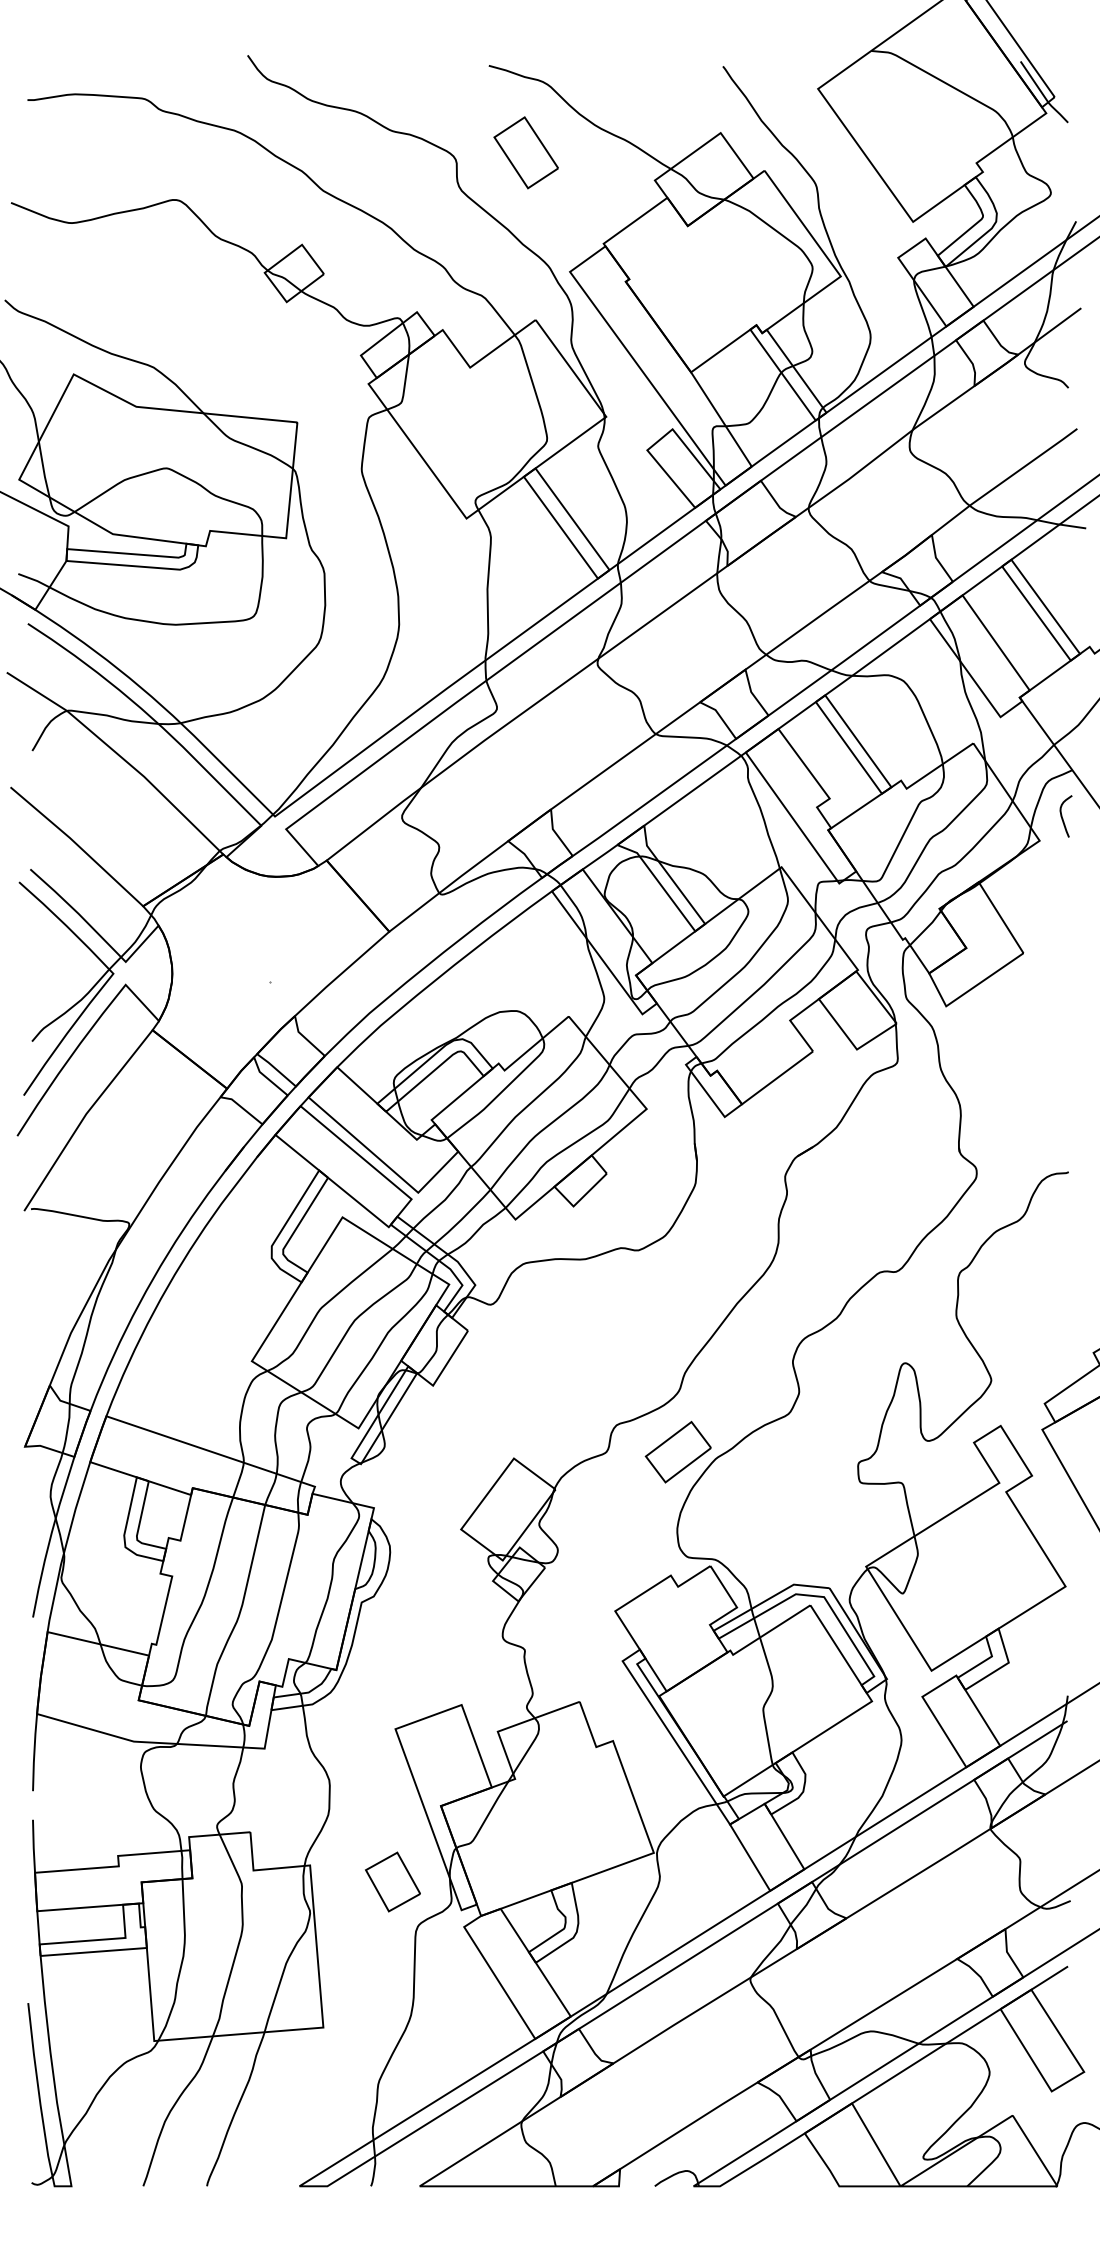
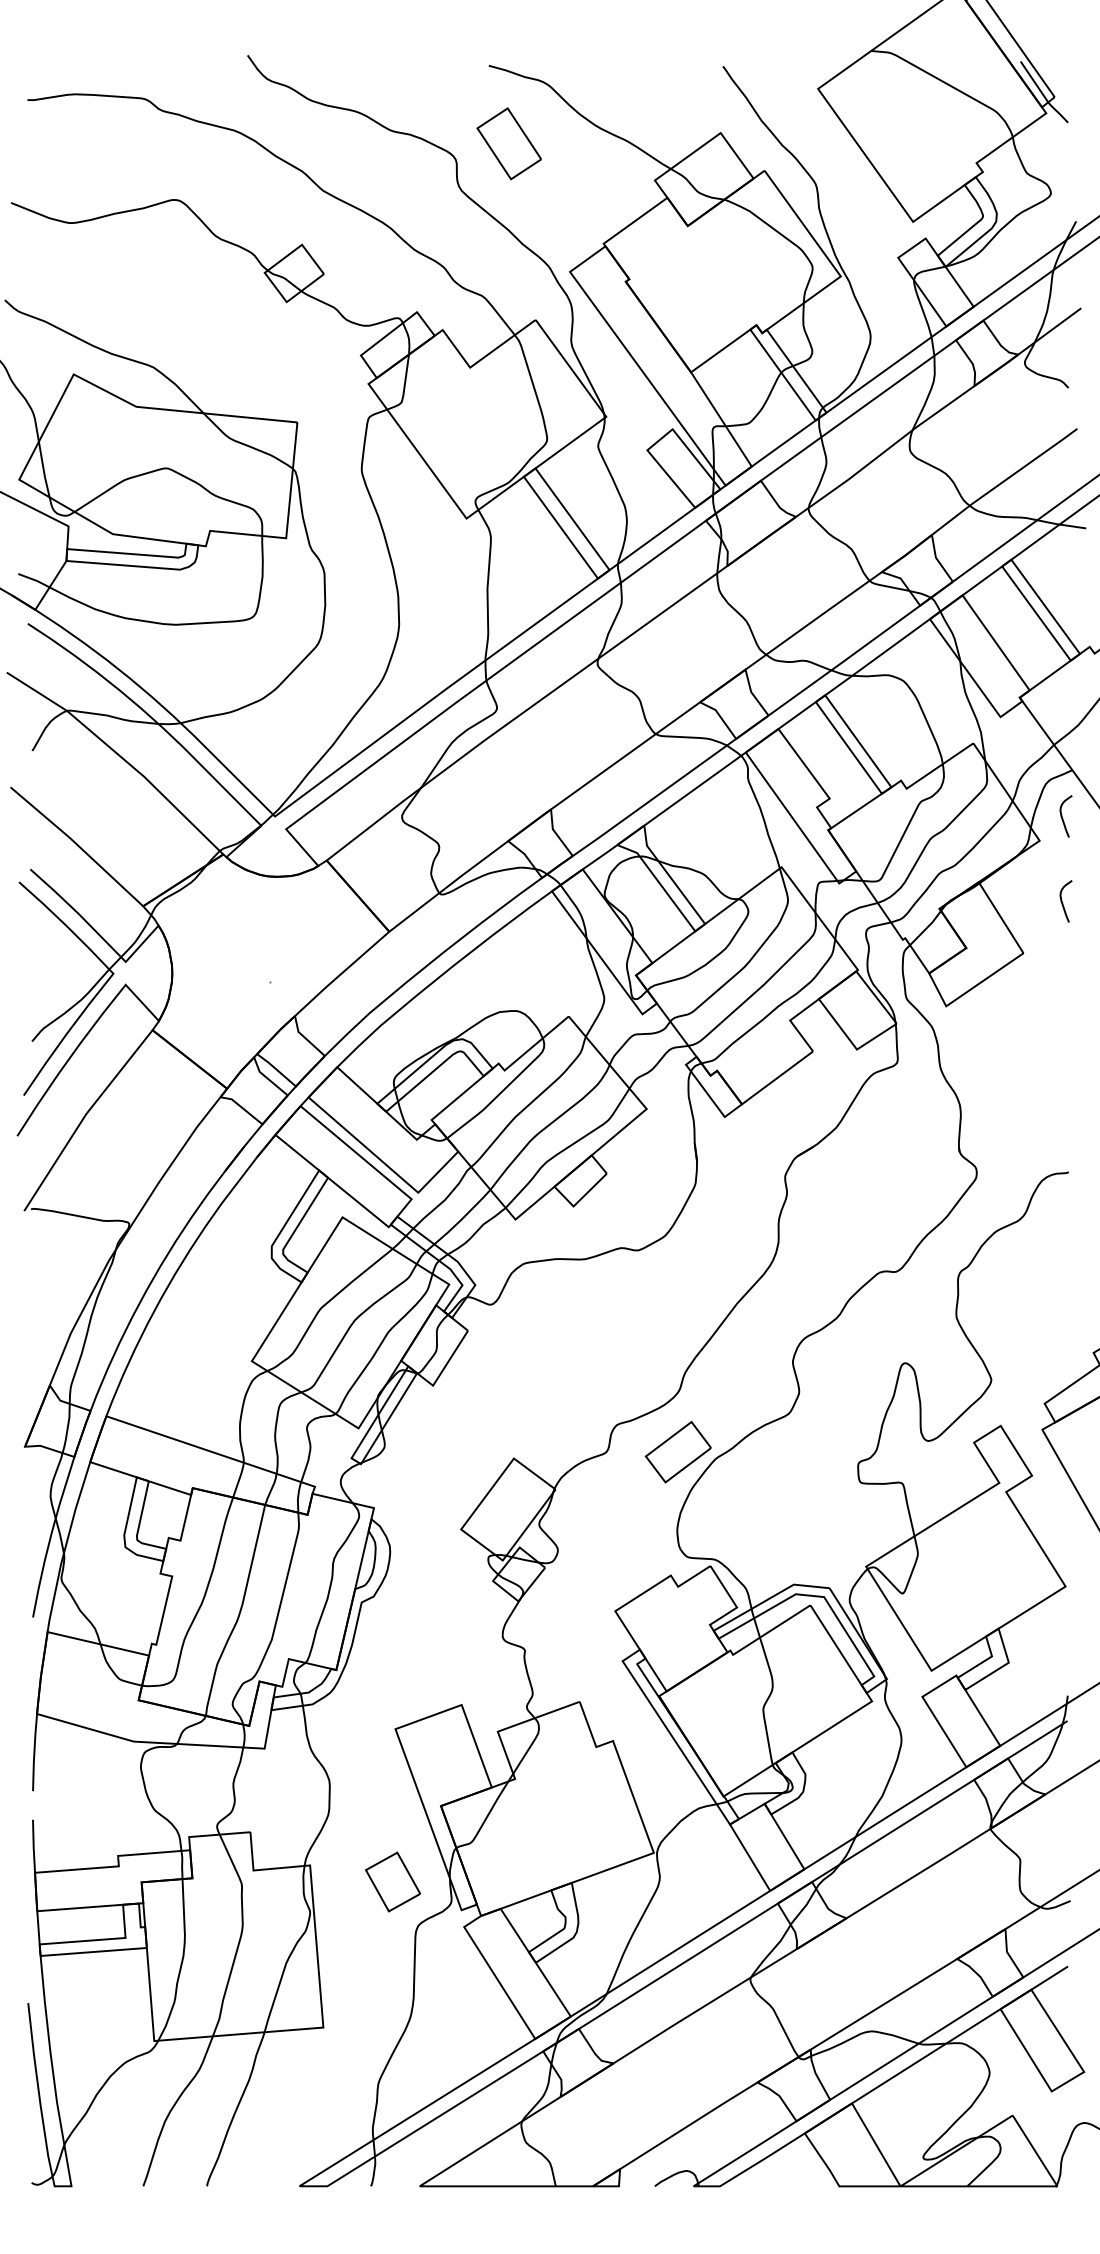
part at (525, 152) position: (525, 152) -> (508, 143)
curve at (1063, 903): none -> present
